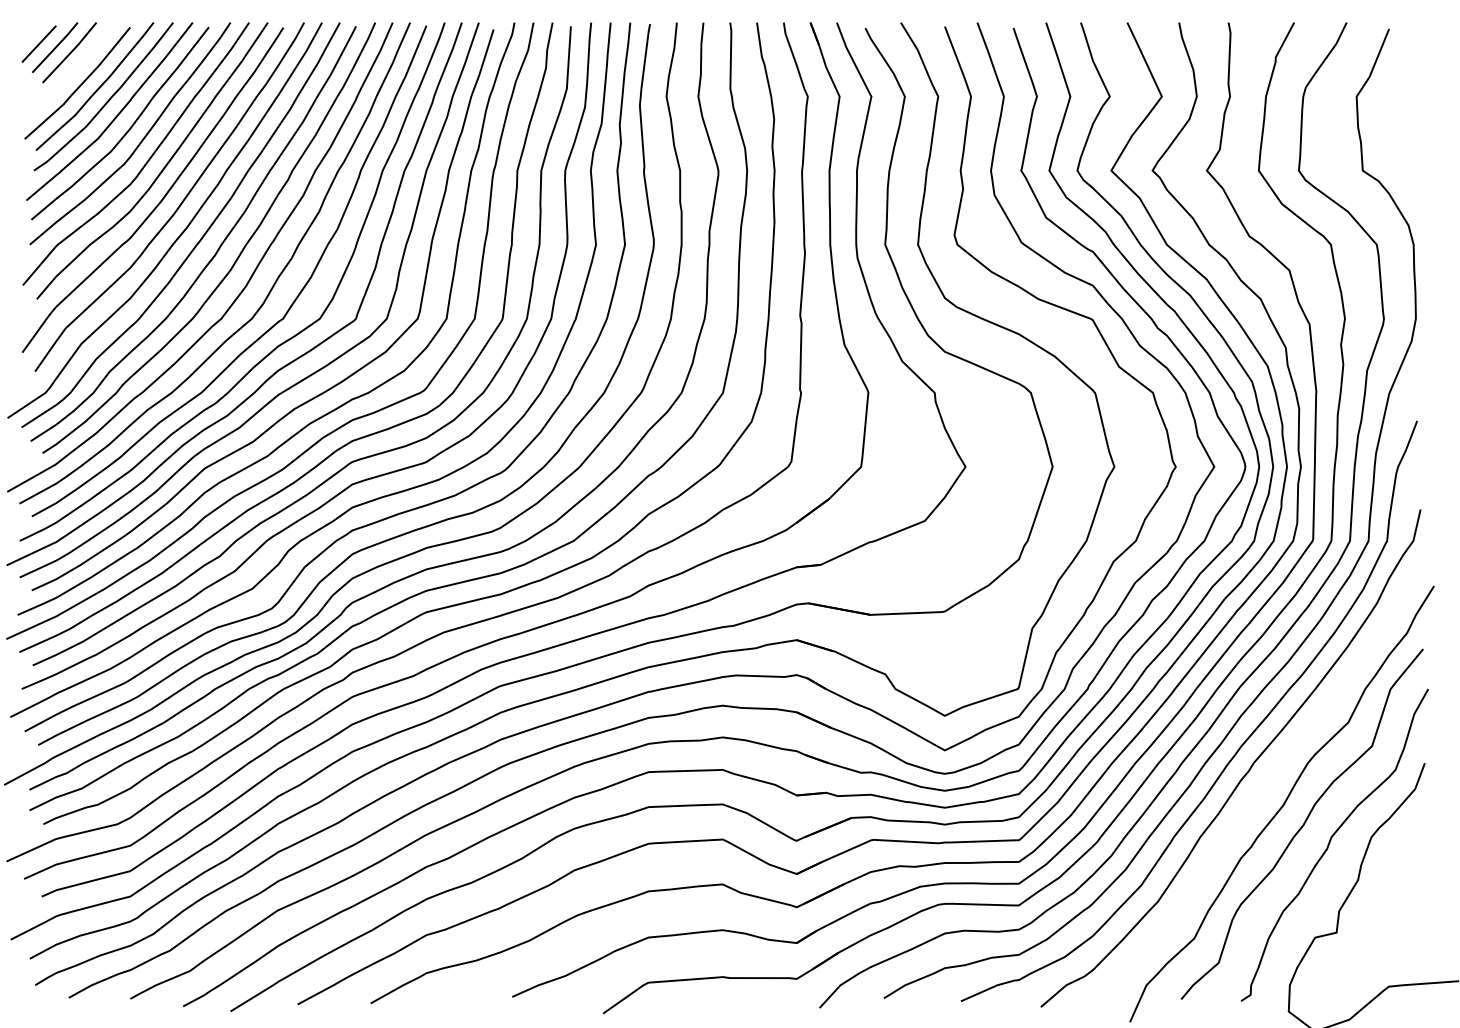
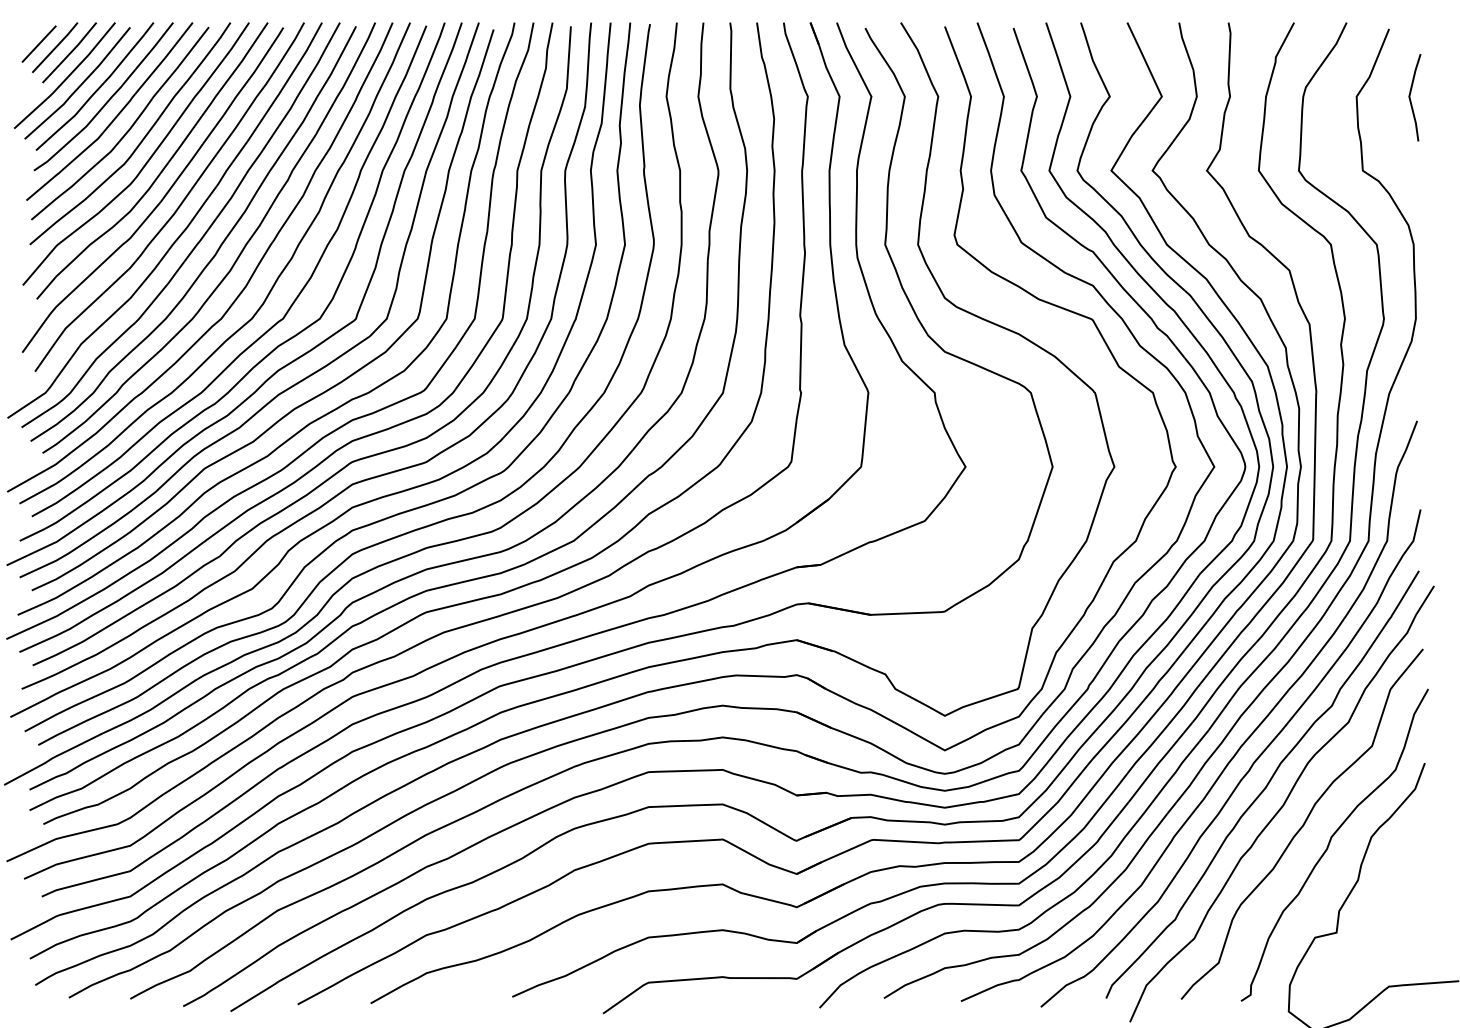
curve at (66, 77): none -> present
line at (1410, 97): none -> present
curve at (1265, 786): none -> present
